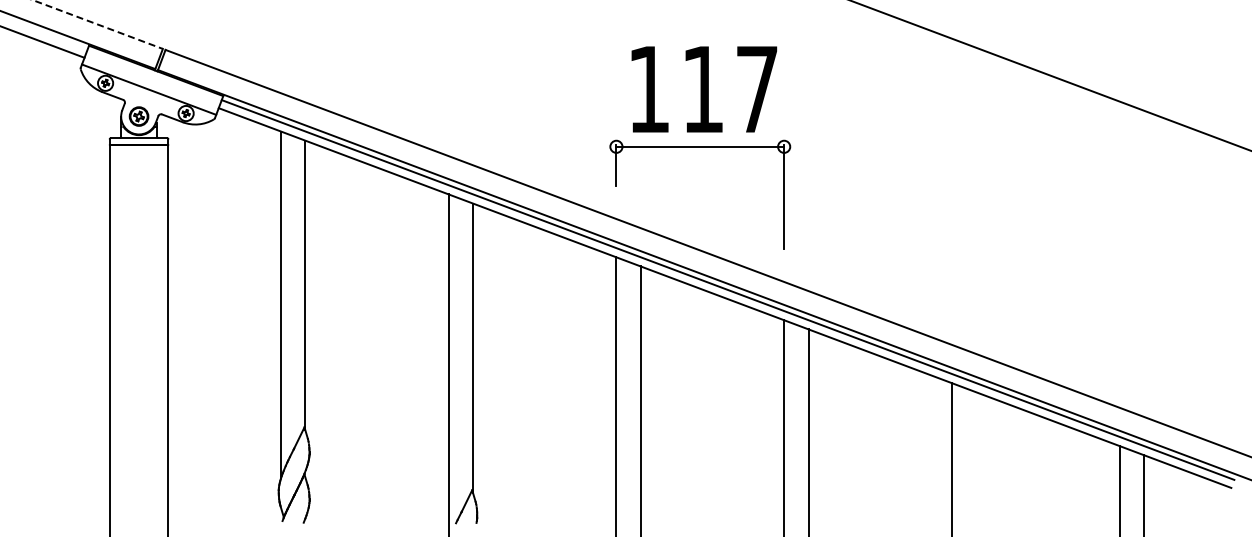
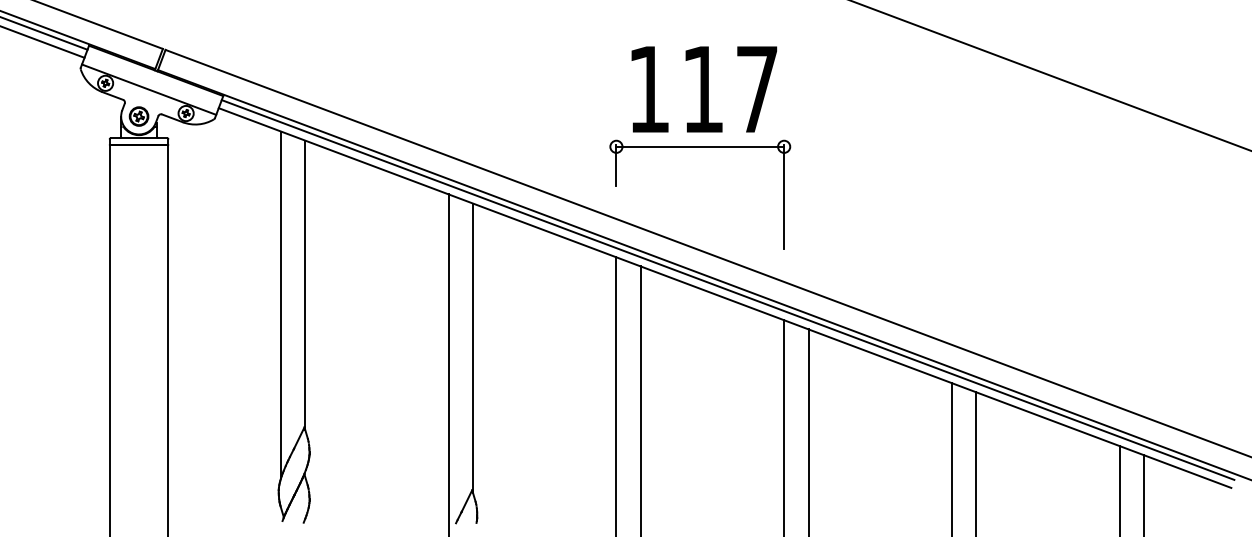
line at (98, 24): dashed -> solid
line at (44, 33): none -> present
line at (976, 462): none -> present
